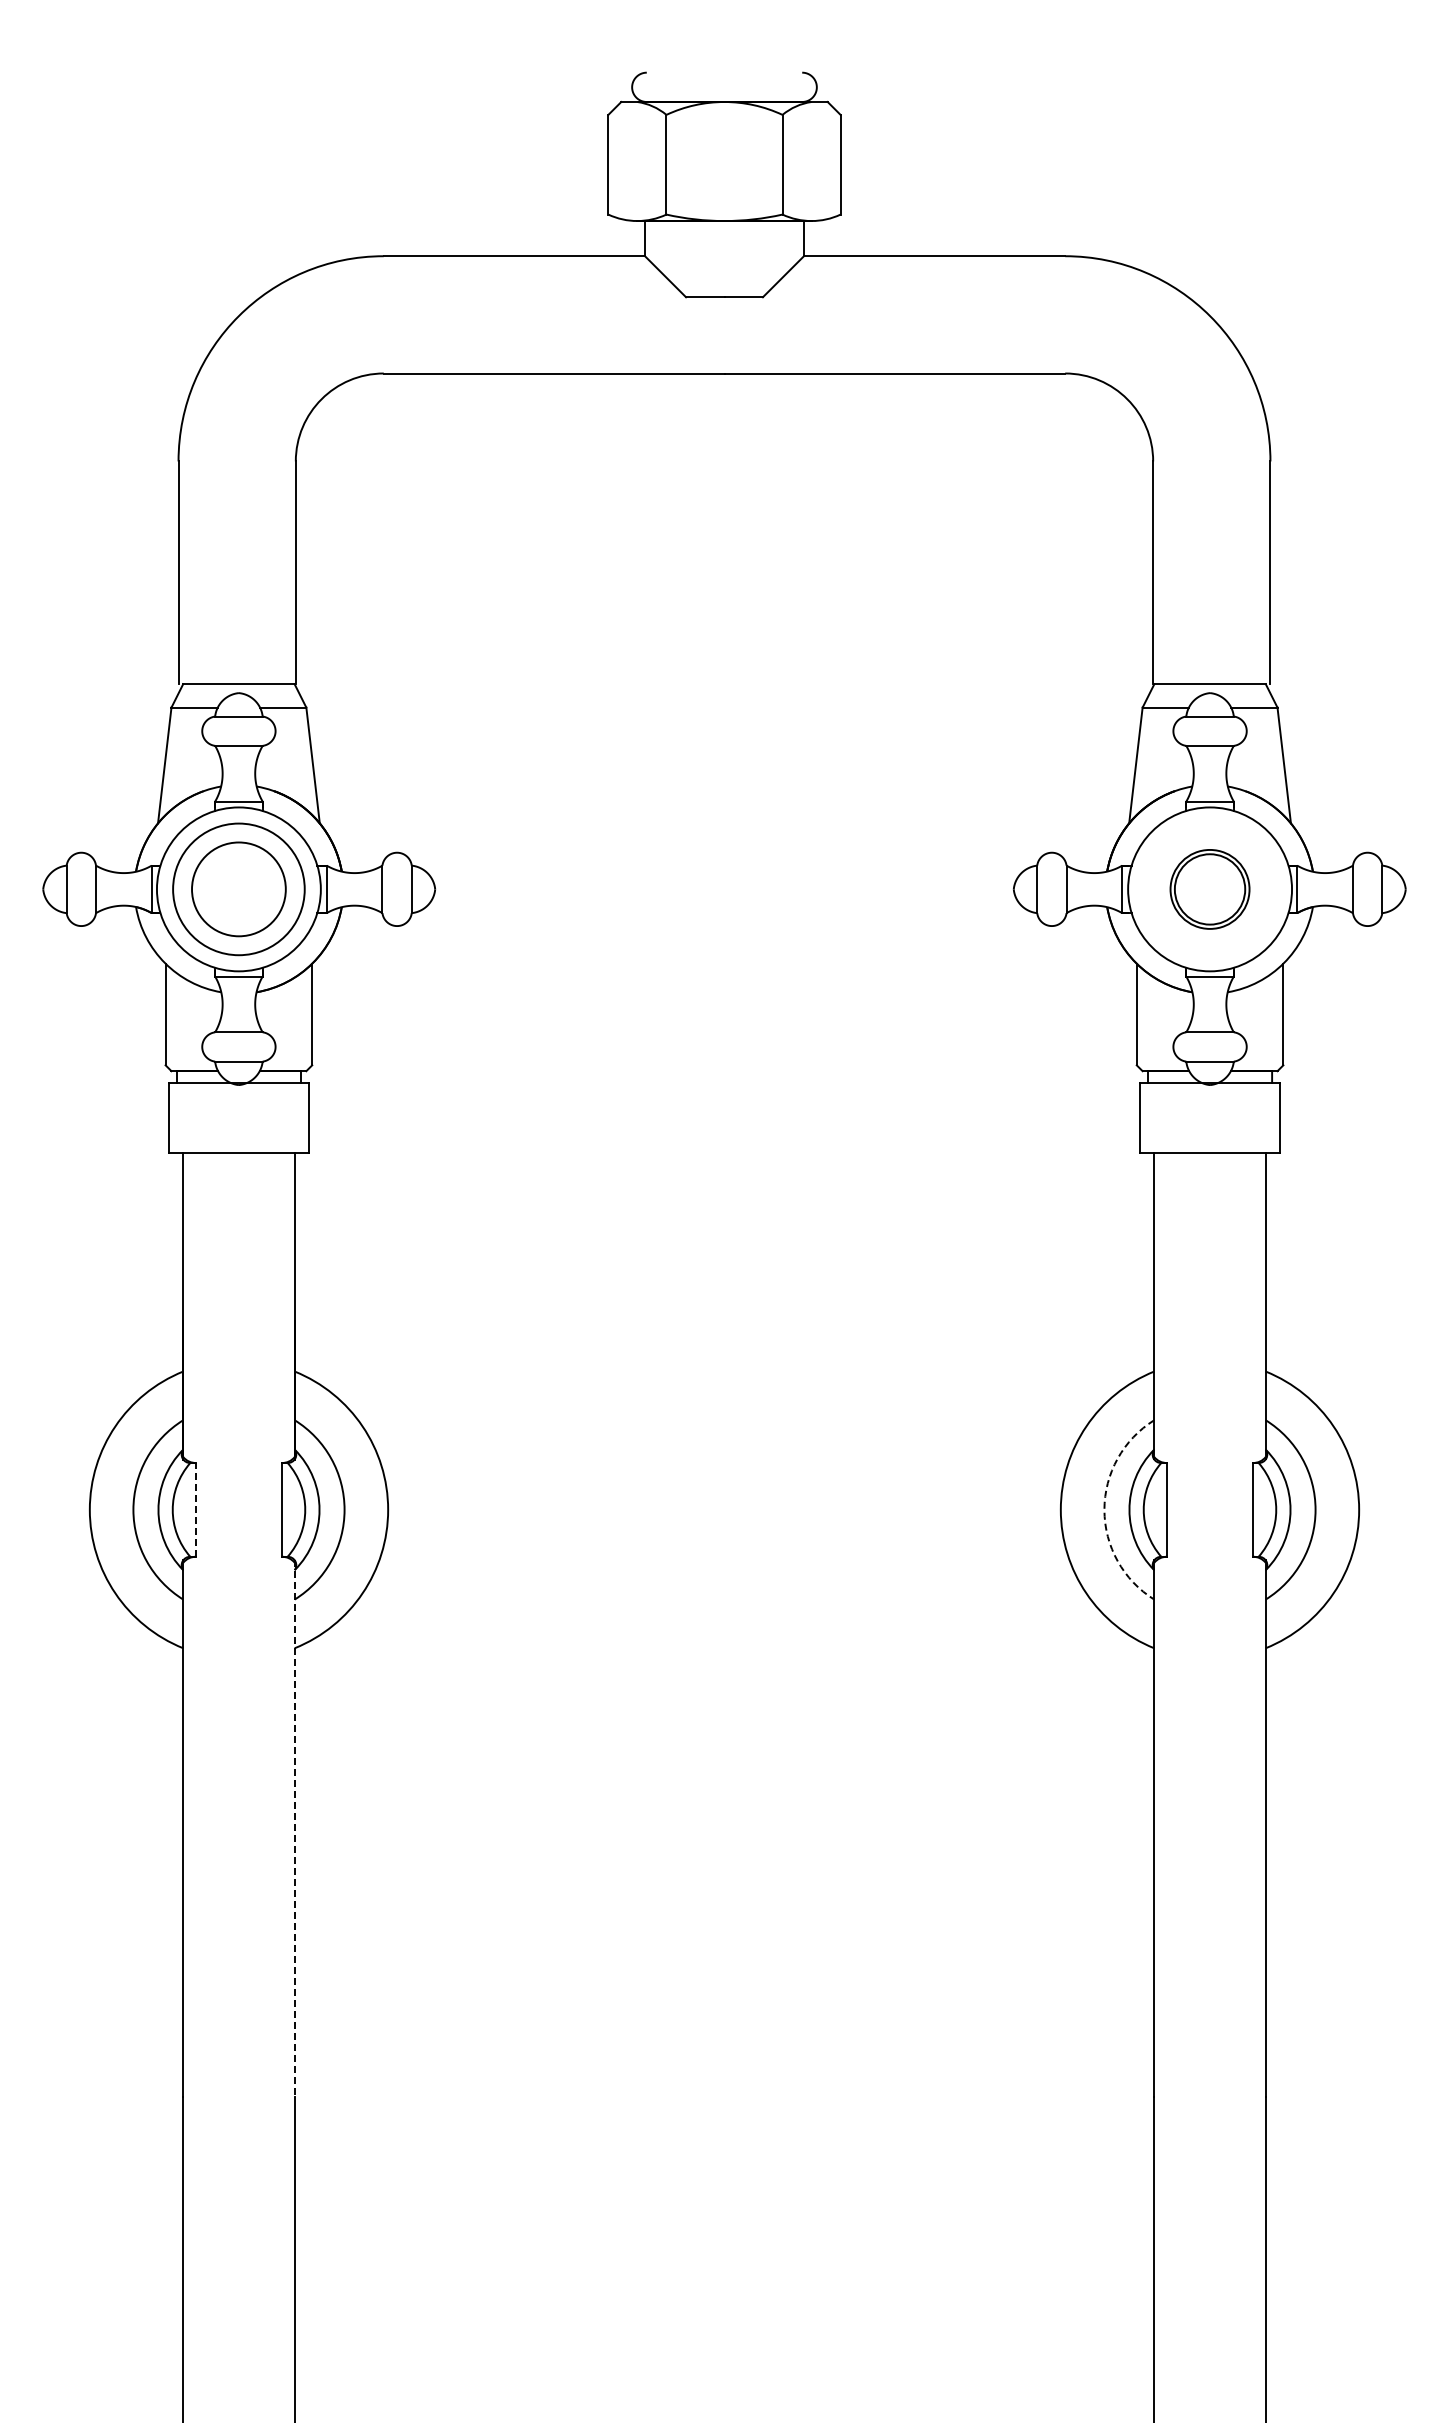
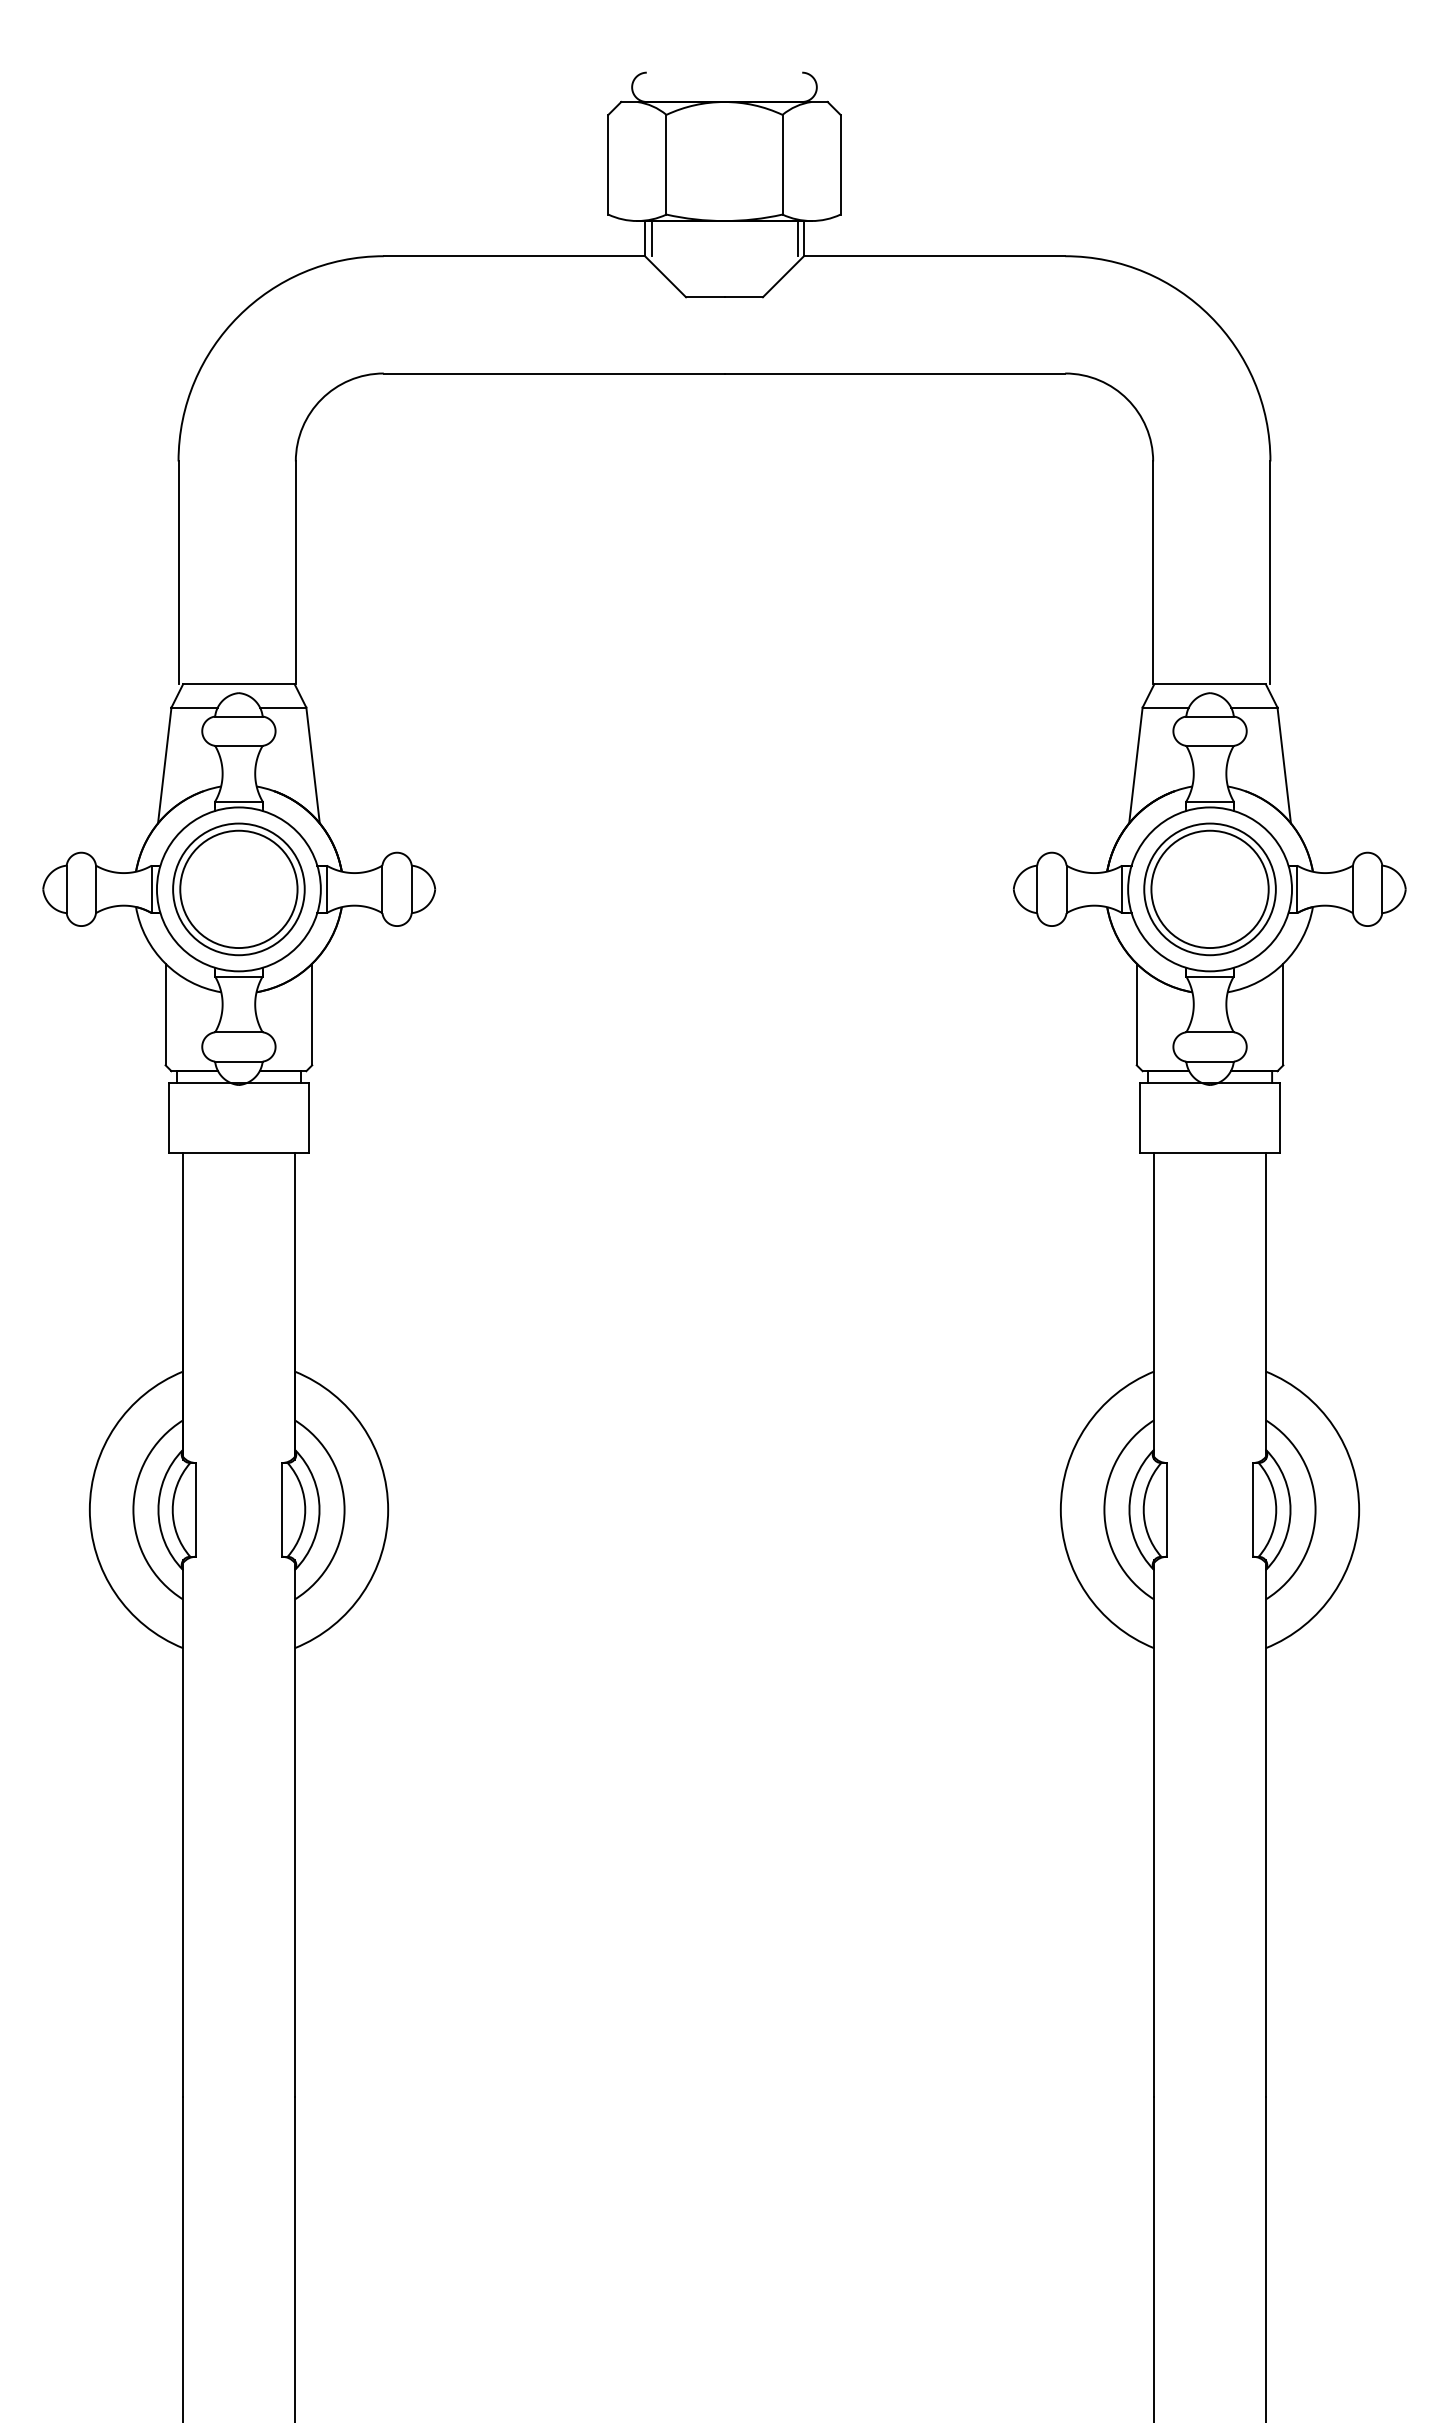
line at (651, 238): none -> present
line at (797, 238): none -> present
circle at (238, 889) diameter: 94 px -> 117 px
part at (1209, 889) size: 82x81 px -> 134x135 px
line at (196, 1509): dashed -> solid
arc at (1104, 1509): dashed -> solid
line at (294, 1829): dashed -> solid
